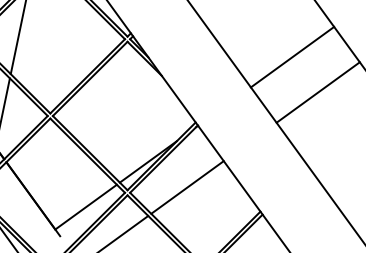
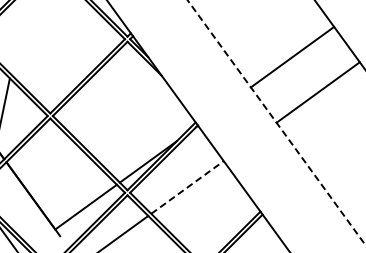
line at (17, 38): present -> none
line at (277, 123): solid -> dashed
line at (187, 187): solid -> dashed
